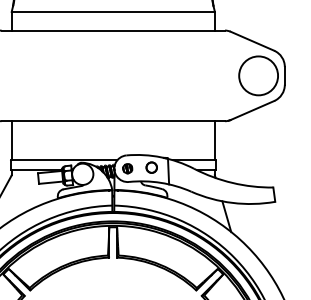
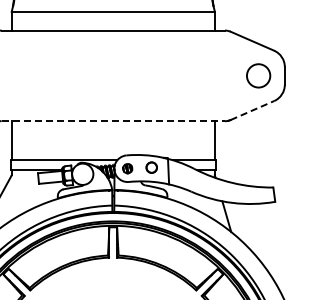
circle at (258, 75) diameter: 39 px -> 23 px
line at (252, 110): solid -> dashed
line at (113, 121): solid -> dashed
